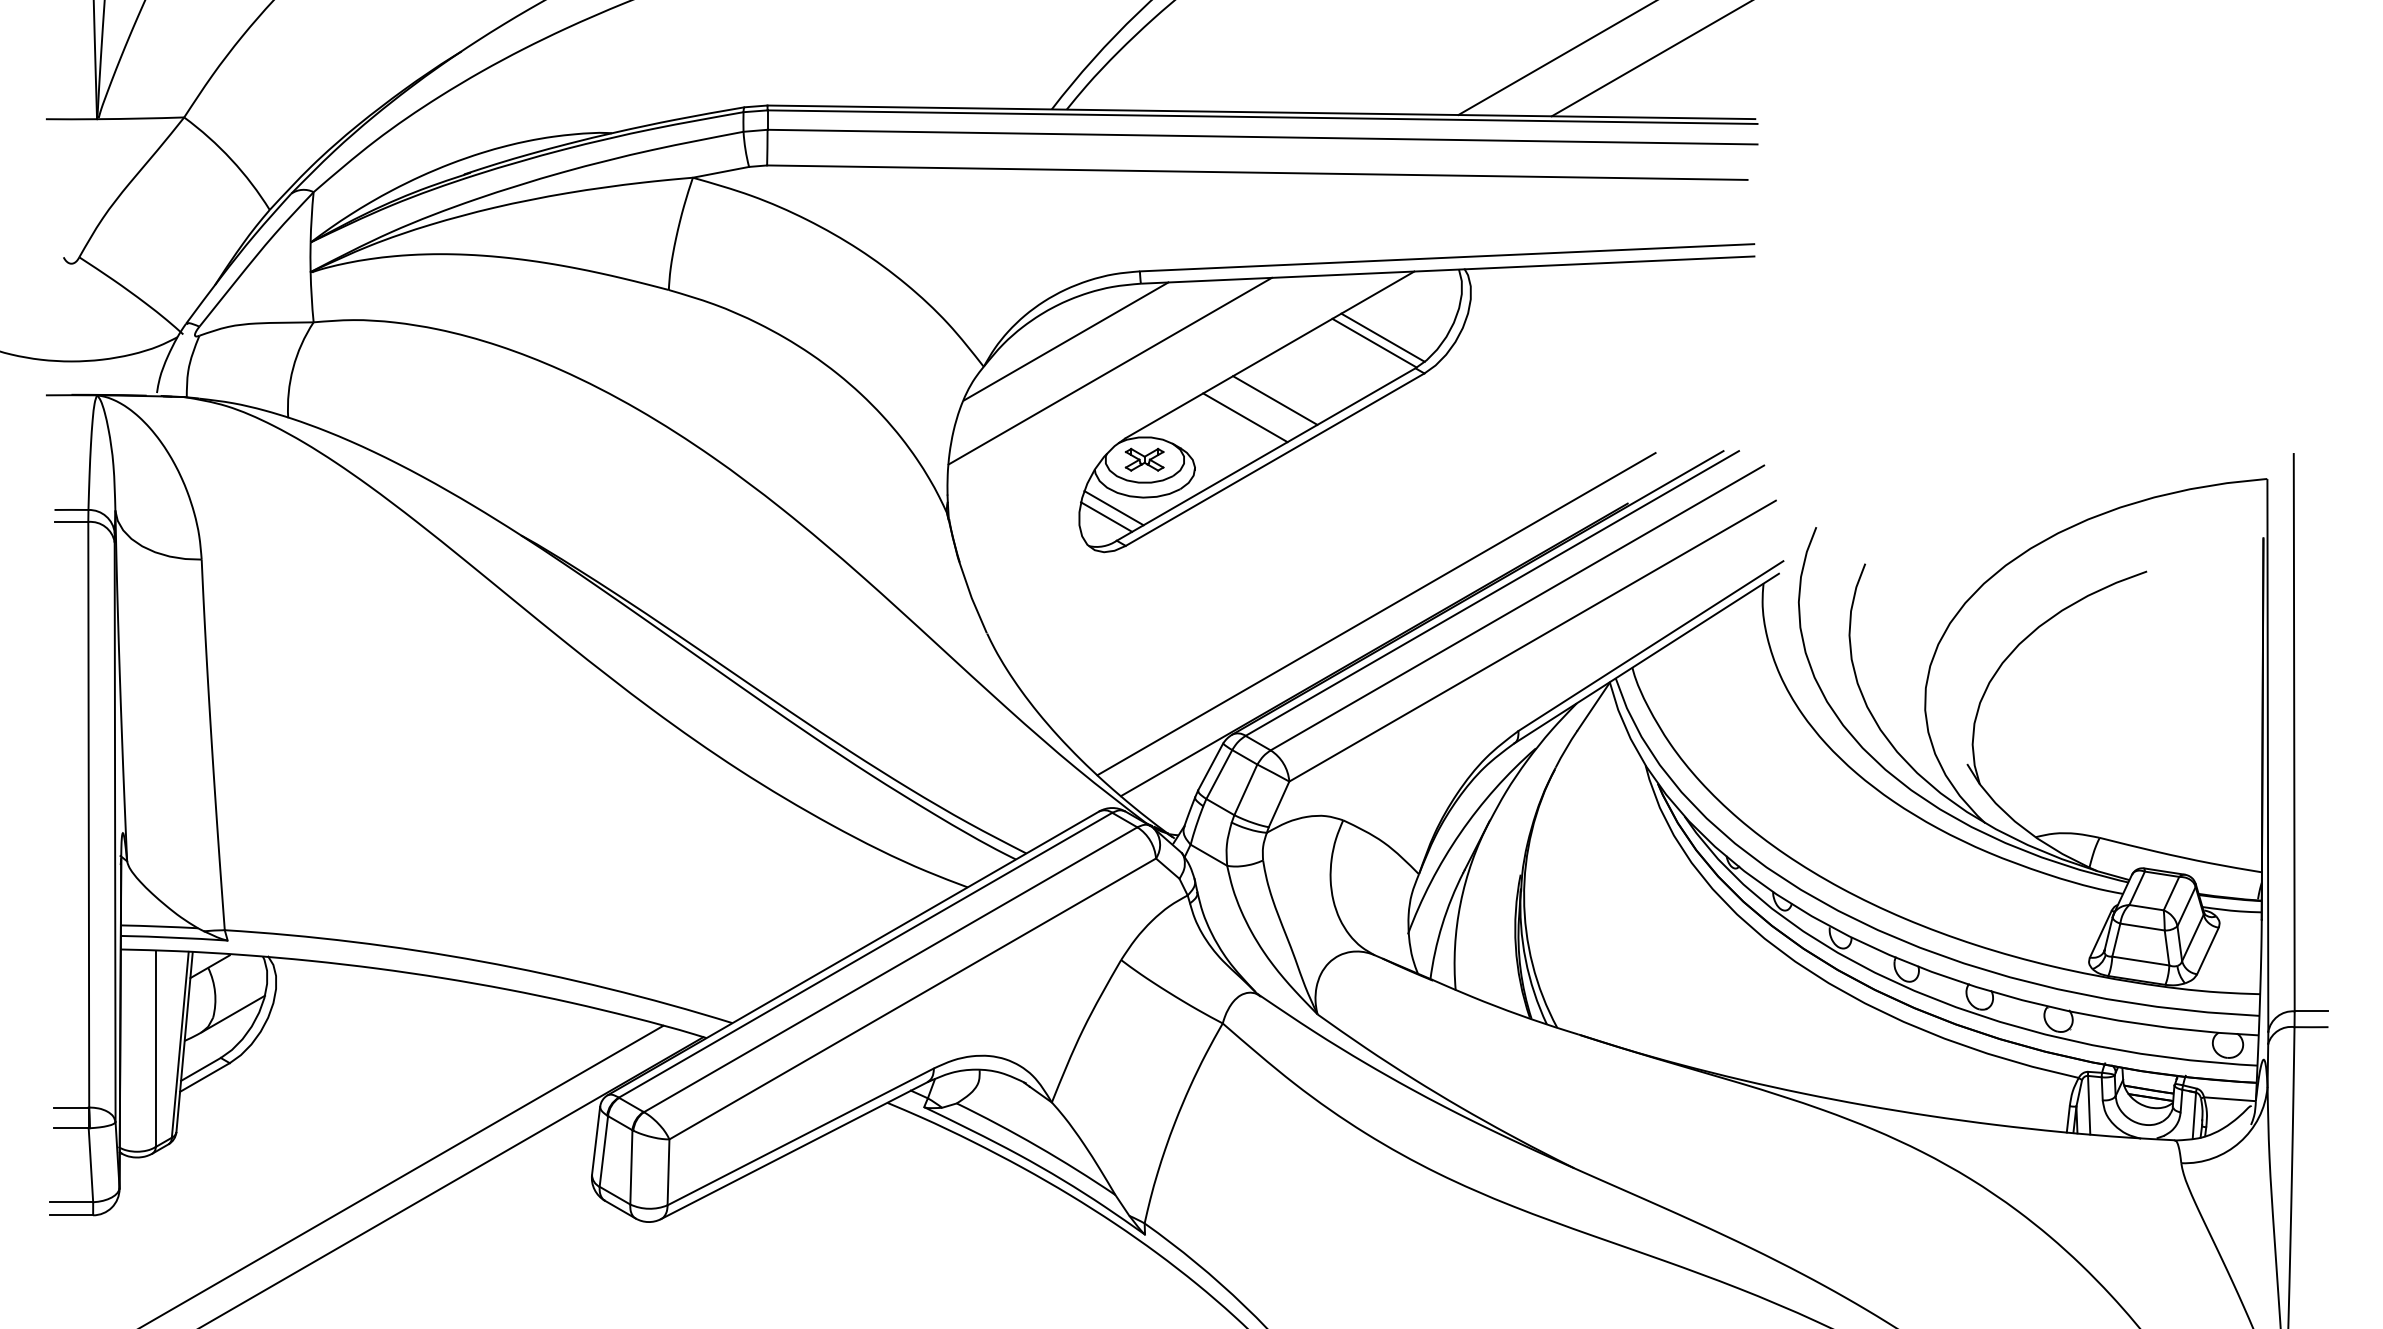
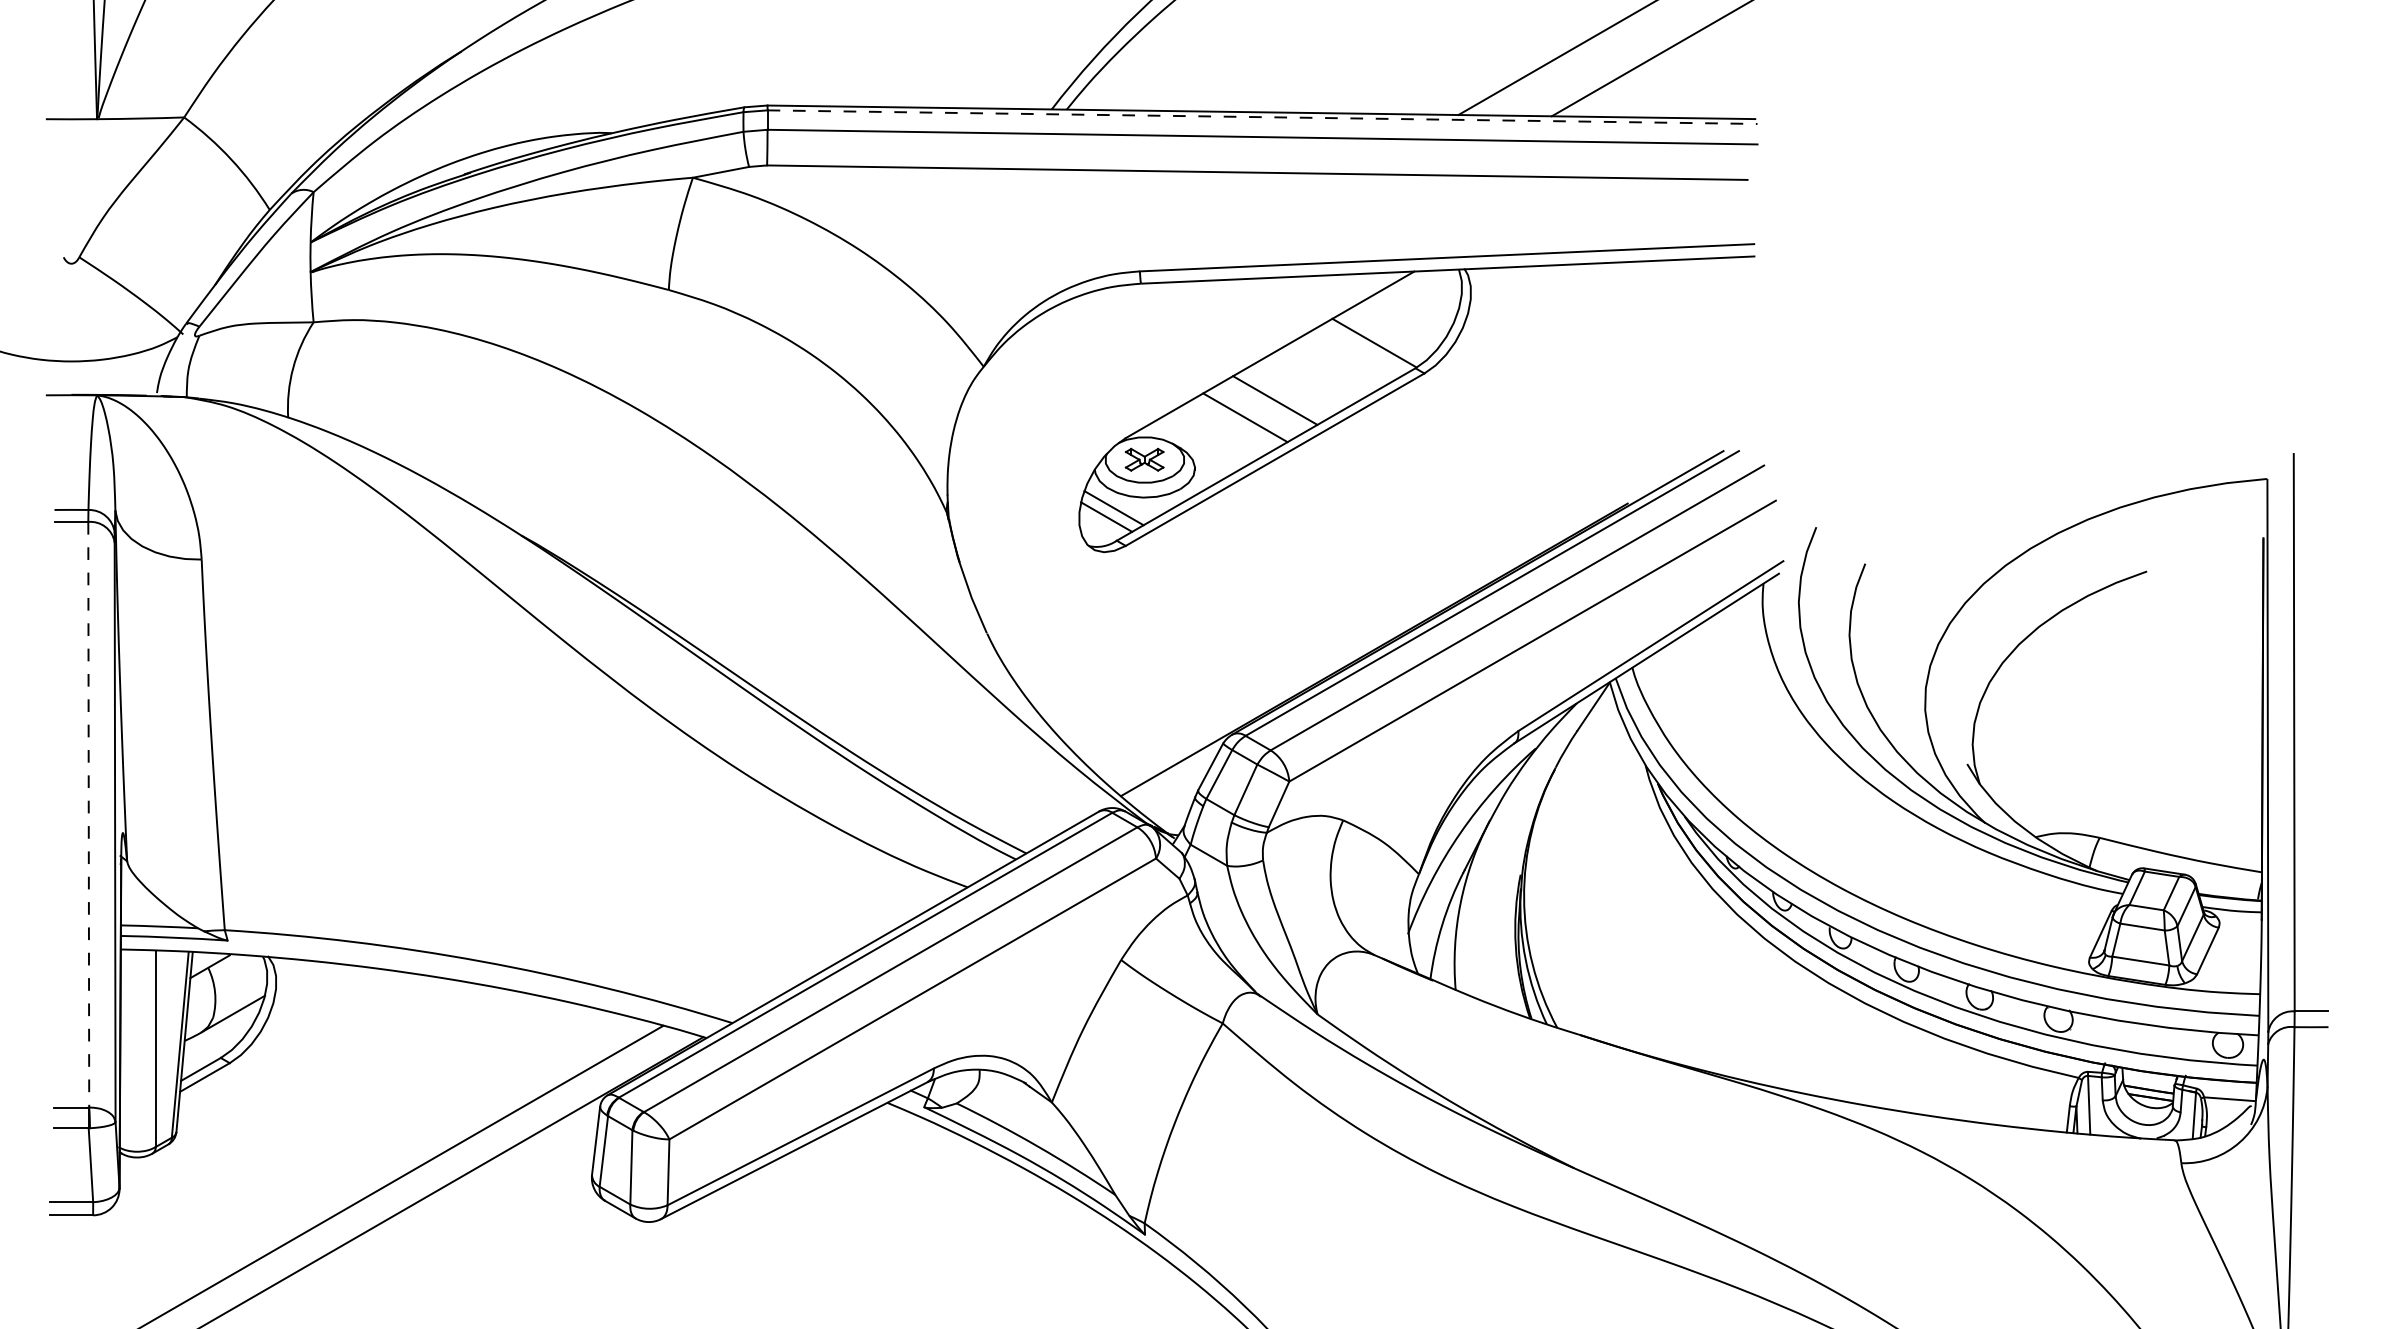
line at (1263, 117): solid -> dashed
line at (1382, 337): present -> none
line at (1066, 341): present -> none
line at (1109, 370): present -> none
line at (1376, 614): present -> none
line at (88, 814): solid -> dashed
